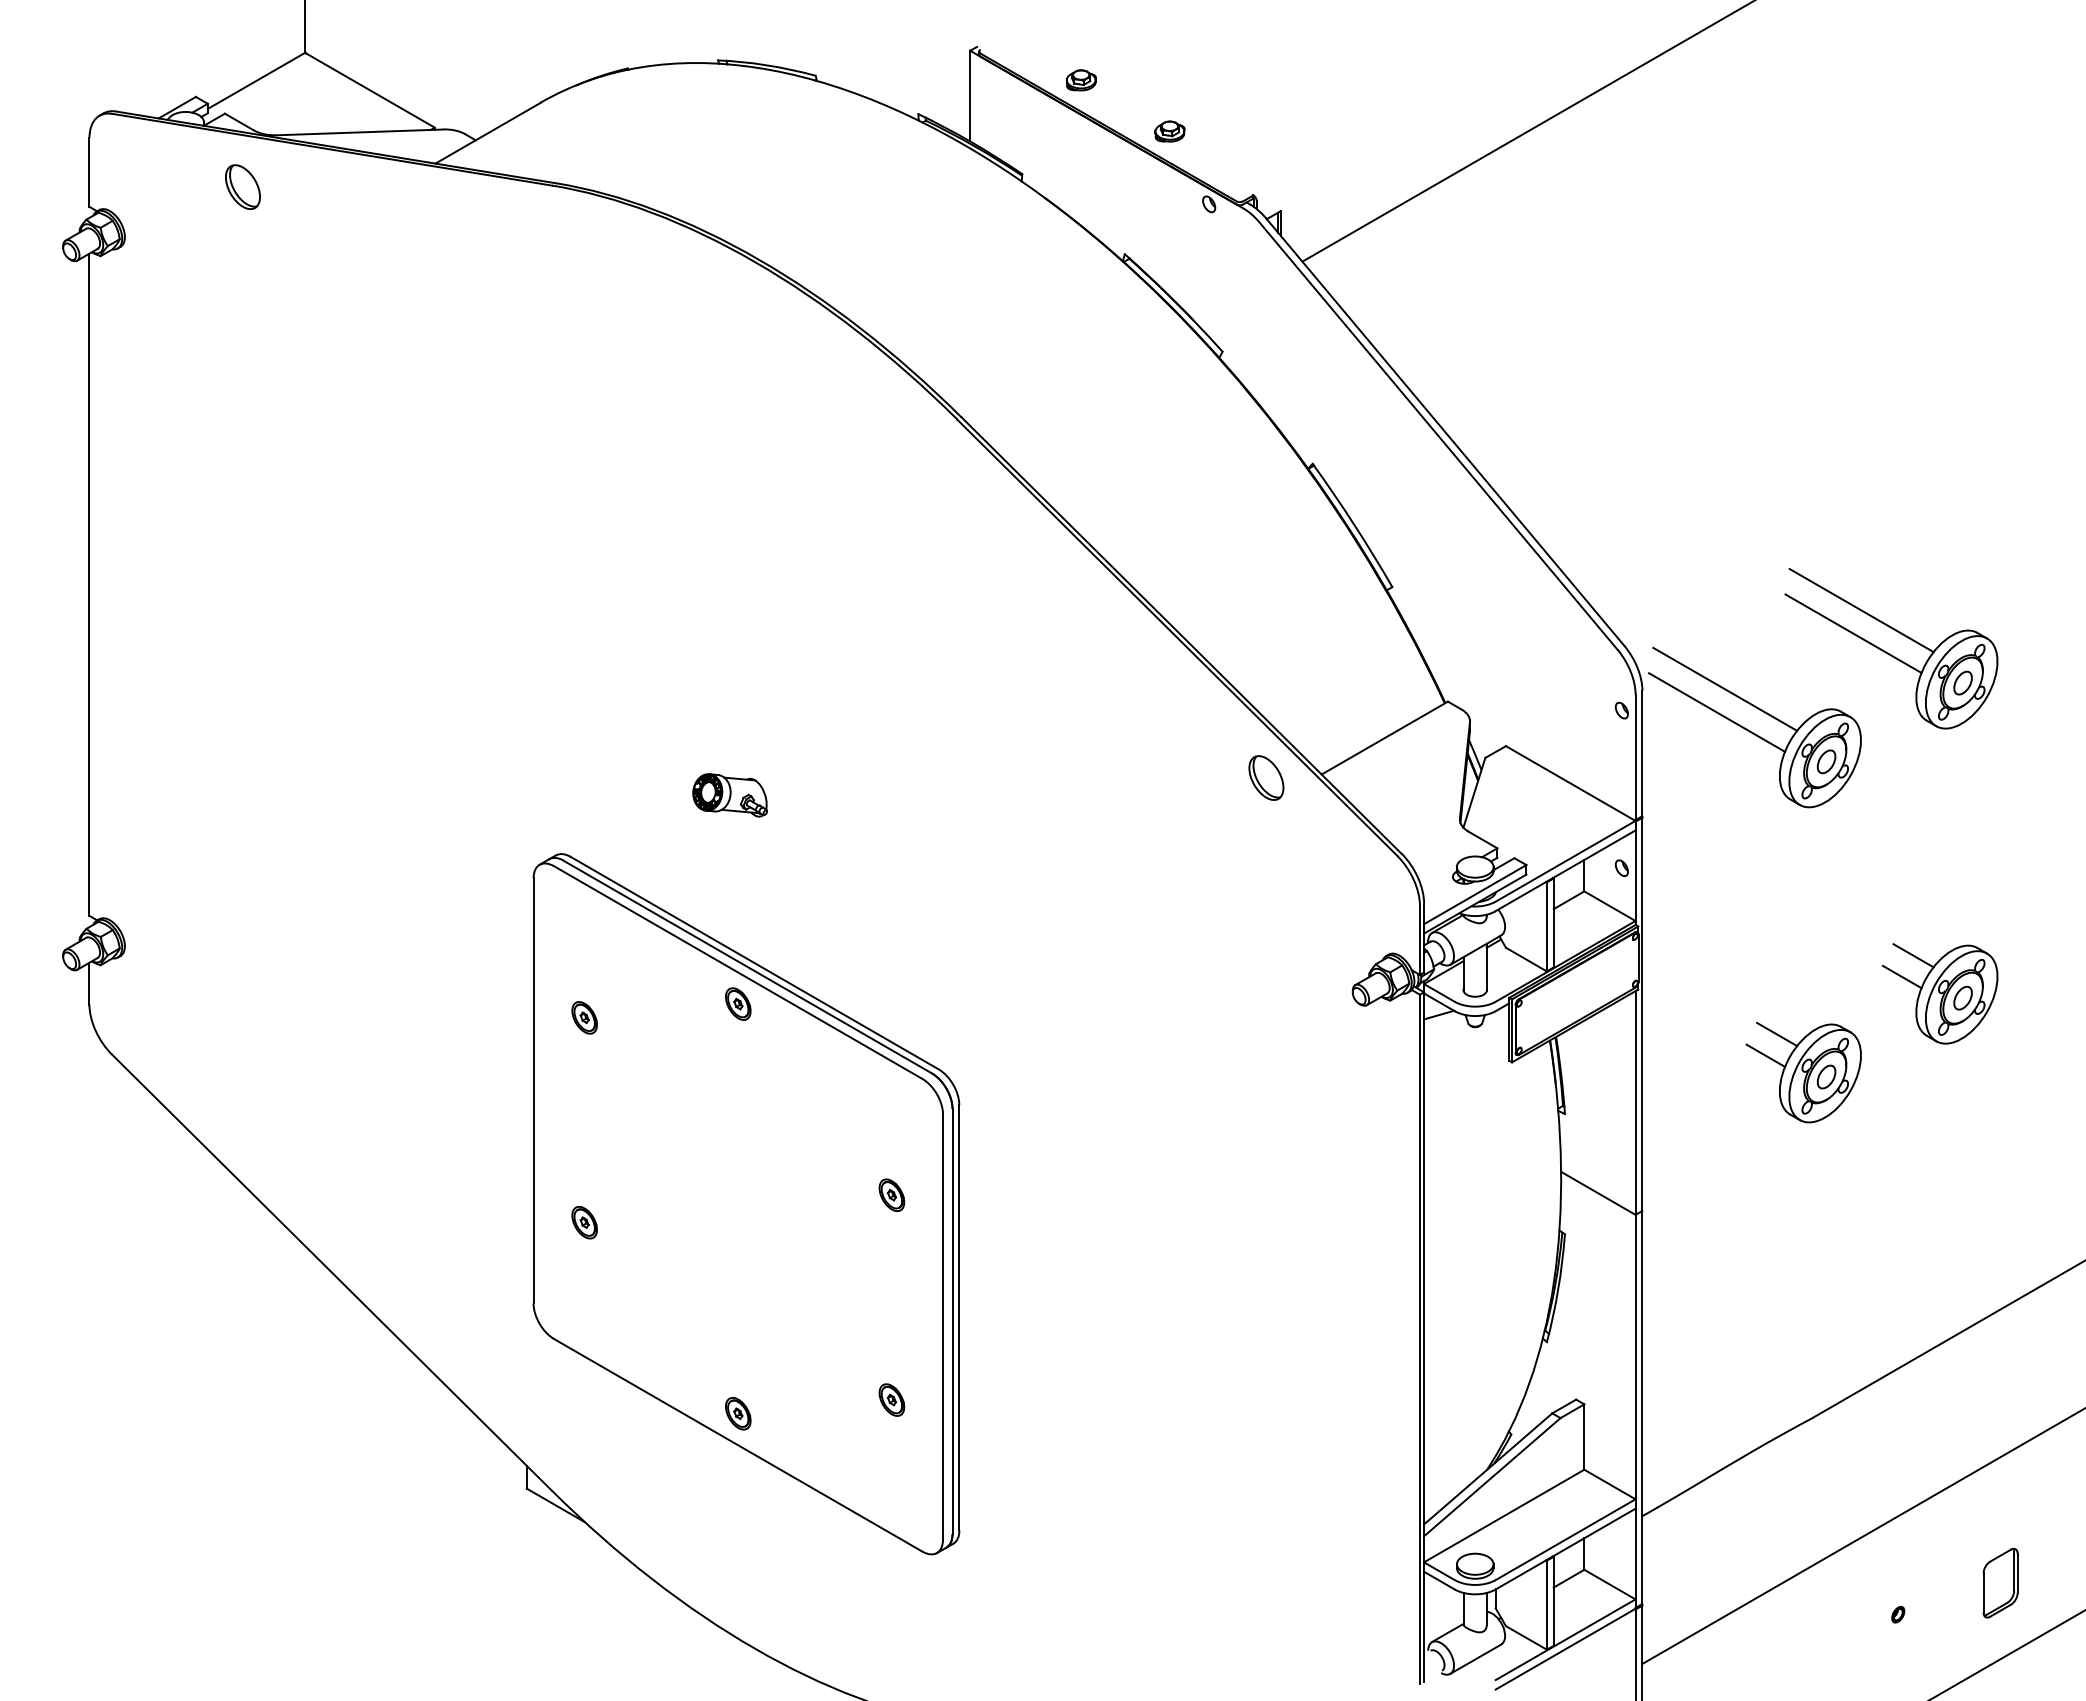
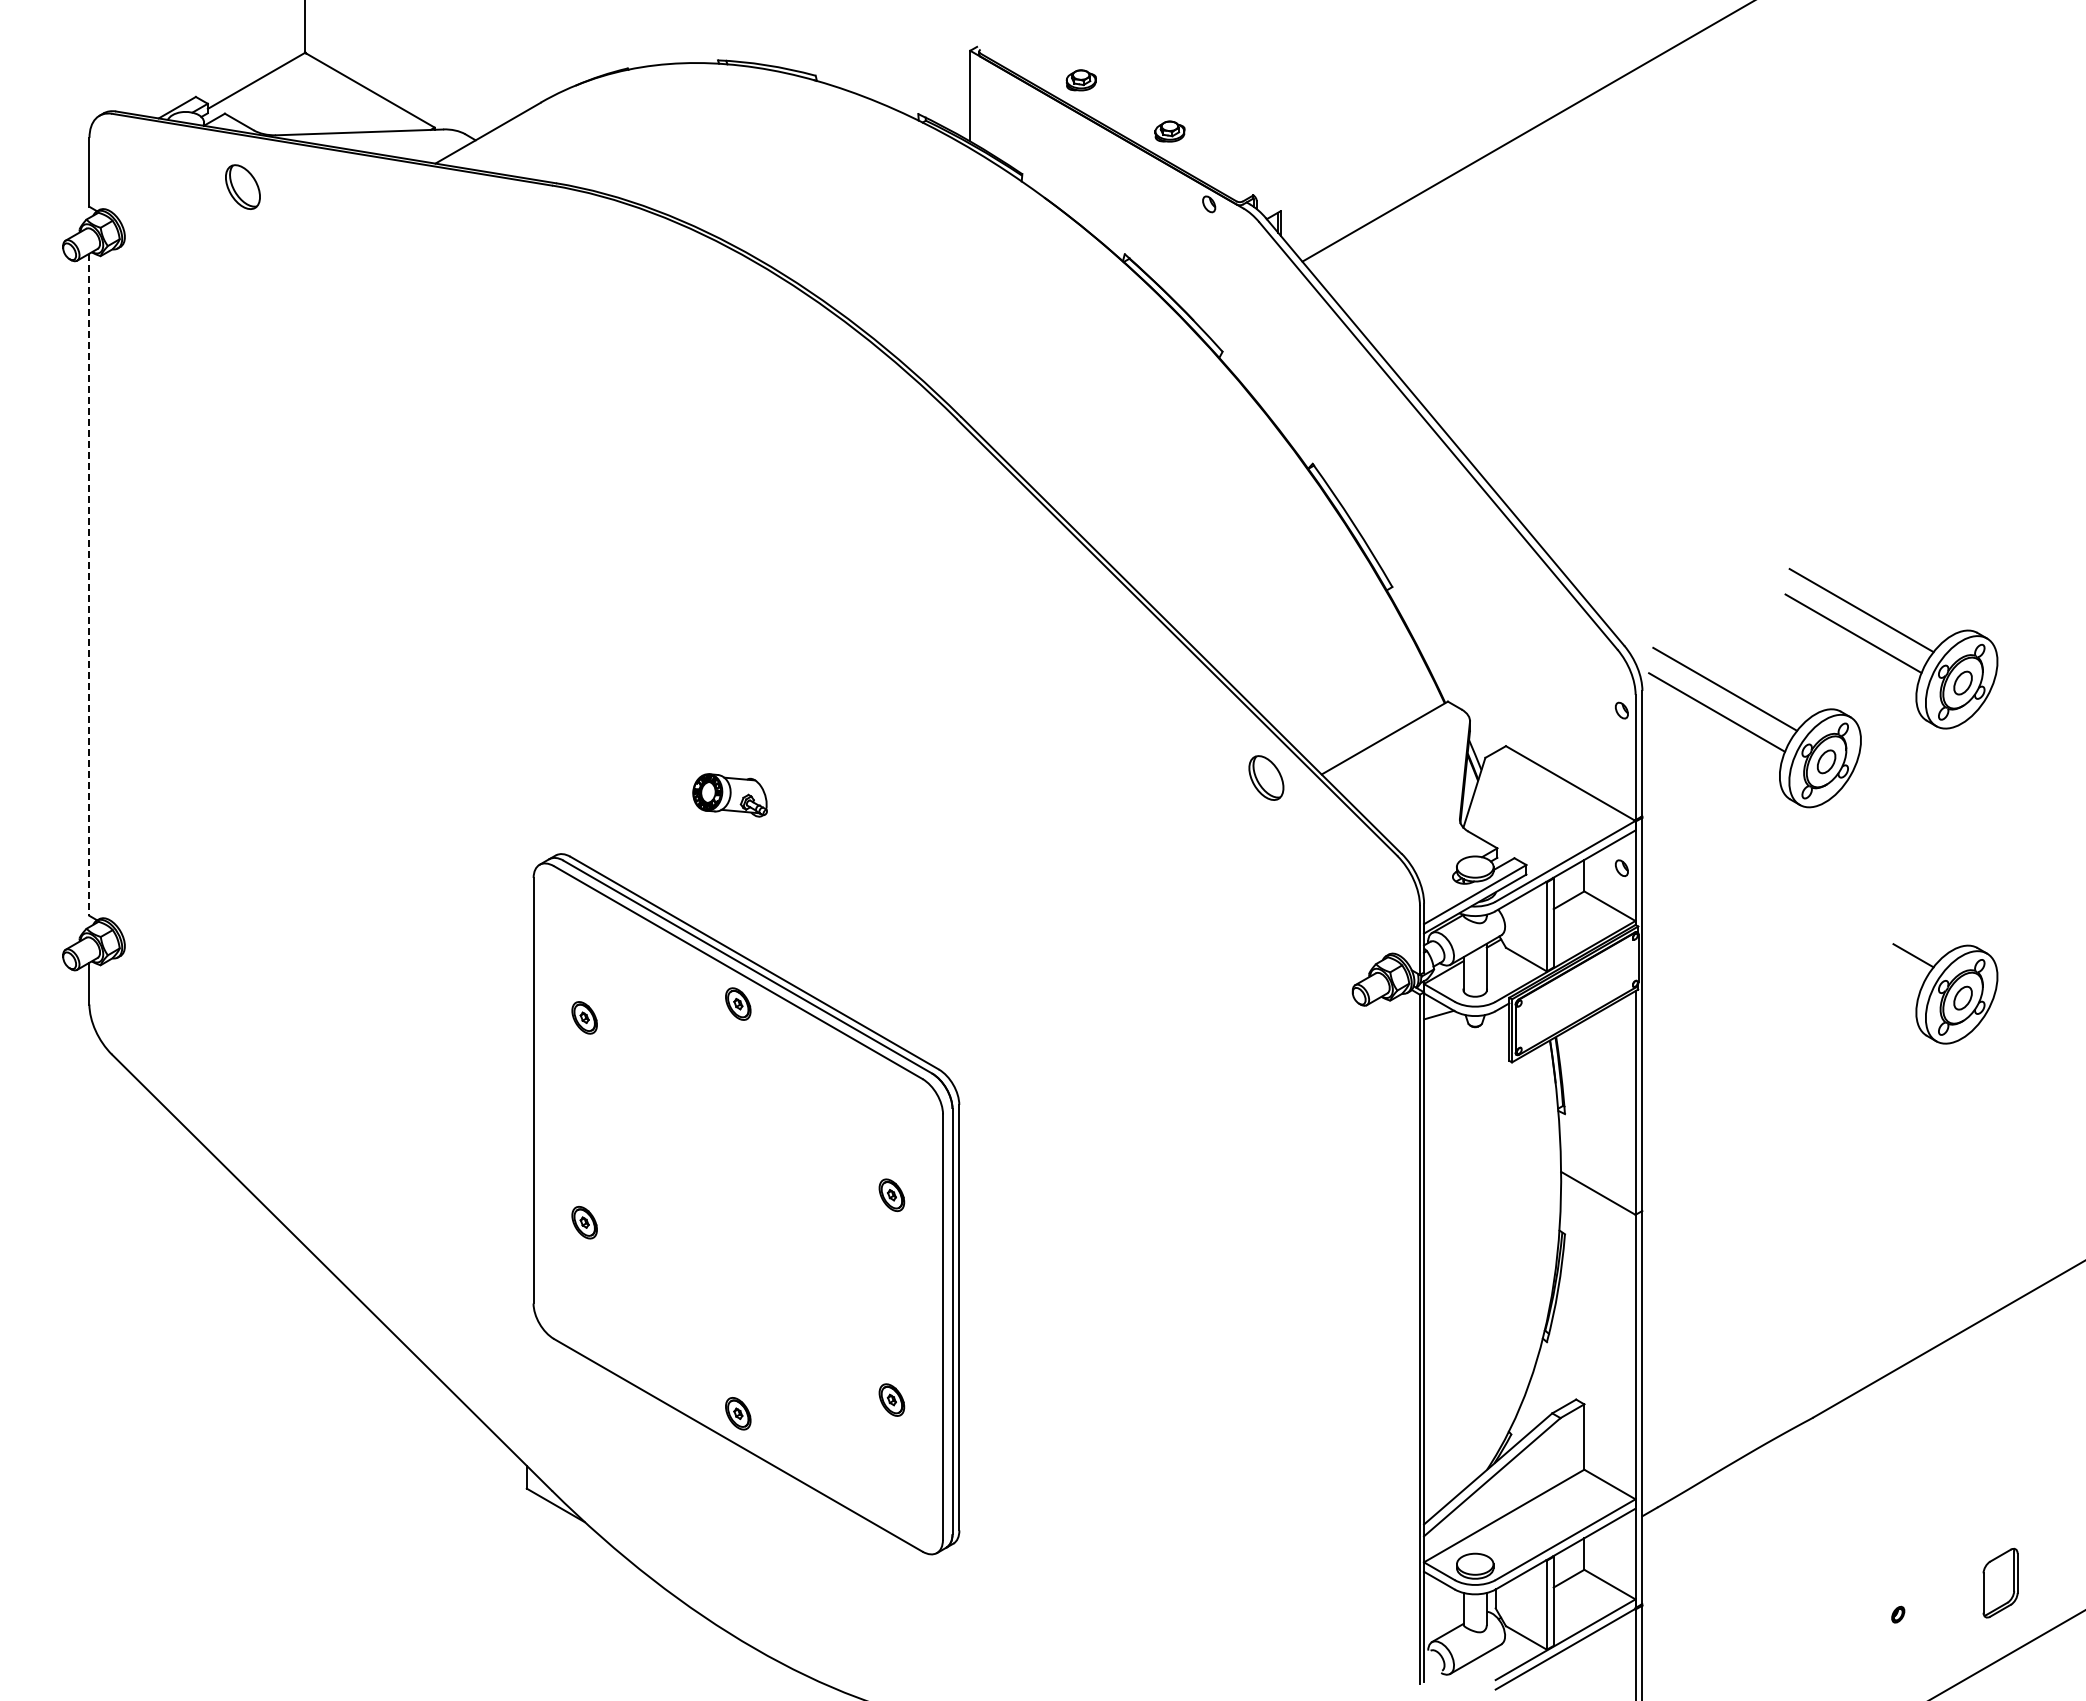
line at (89, 585): solid -> dashed
line at (1901, 976): present -> none
part at (1803, 1072): present -> none
line at (1862, 1536): present -> none
